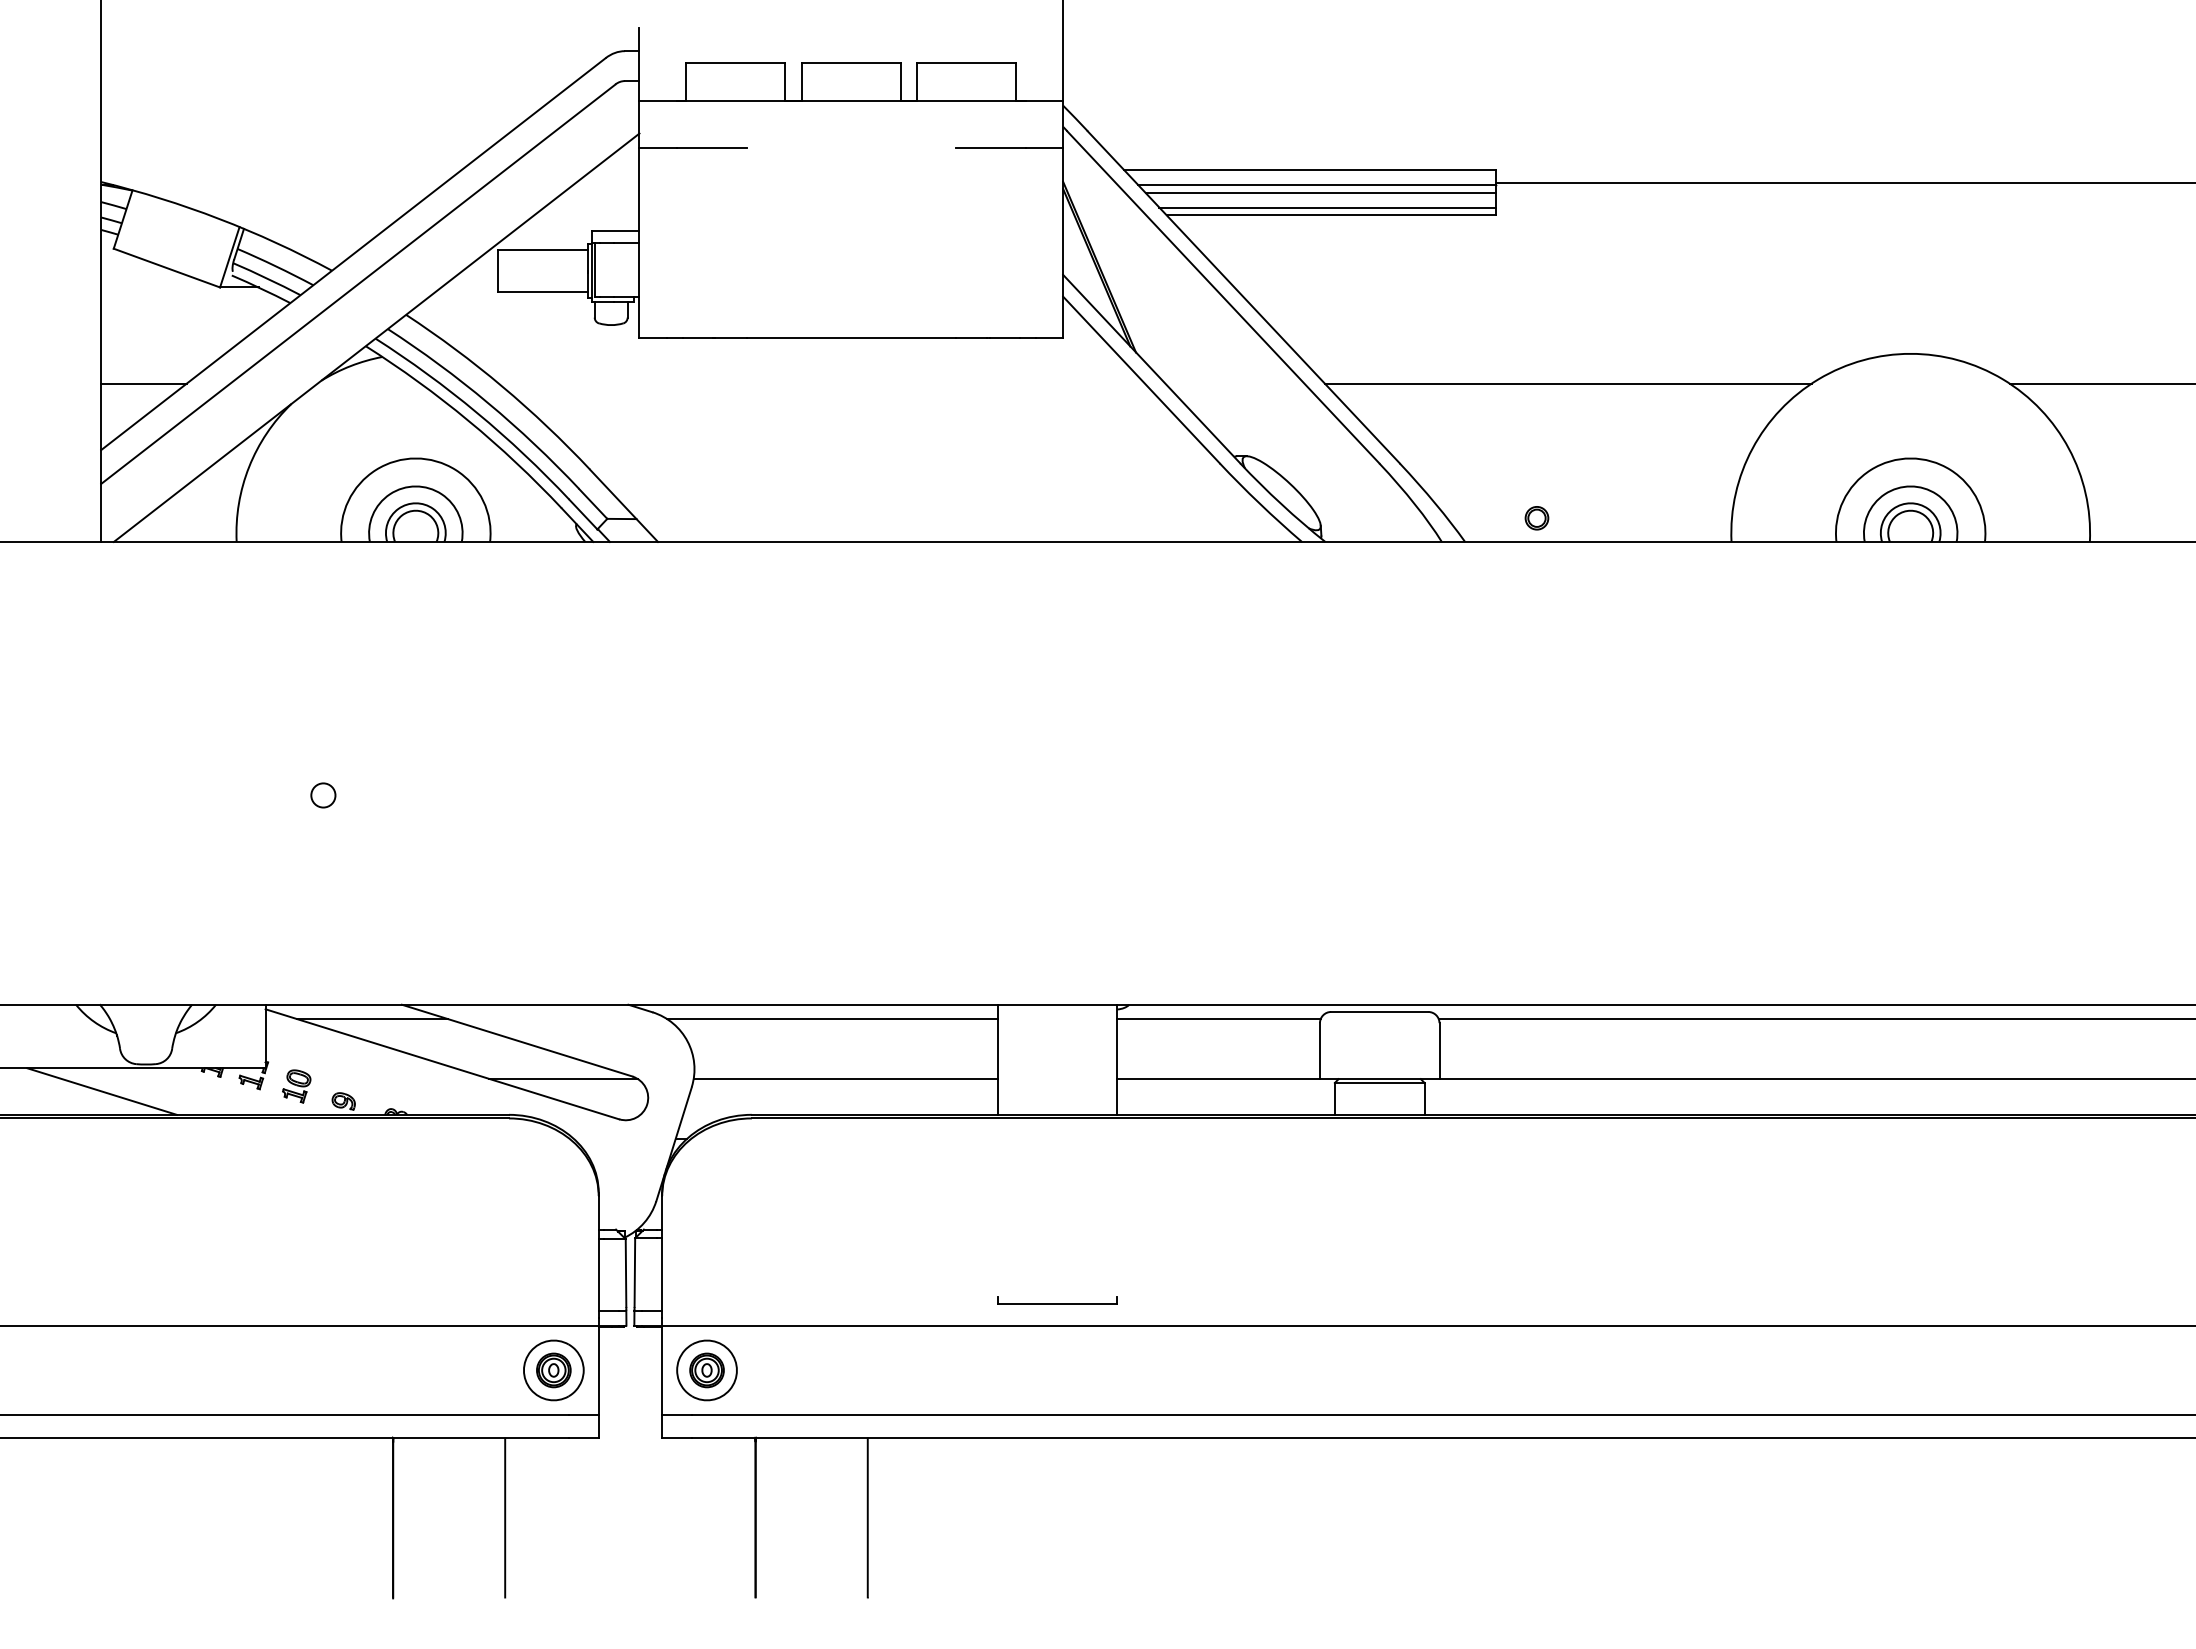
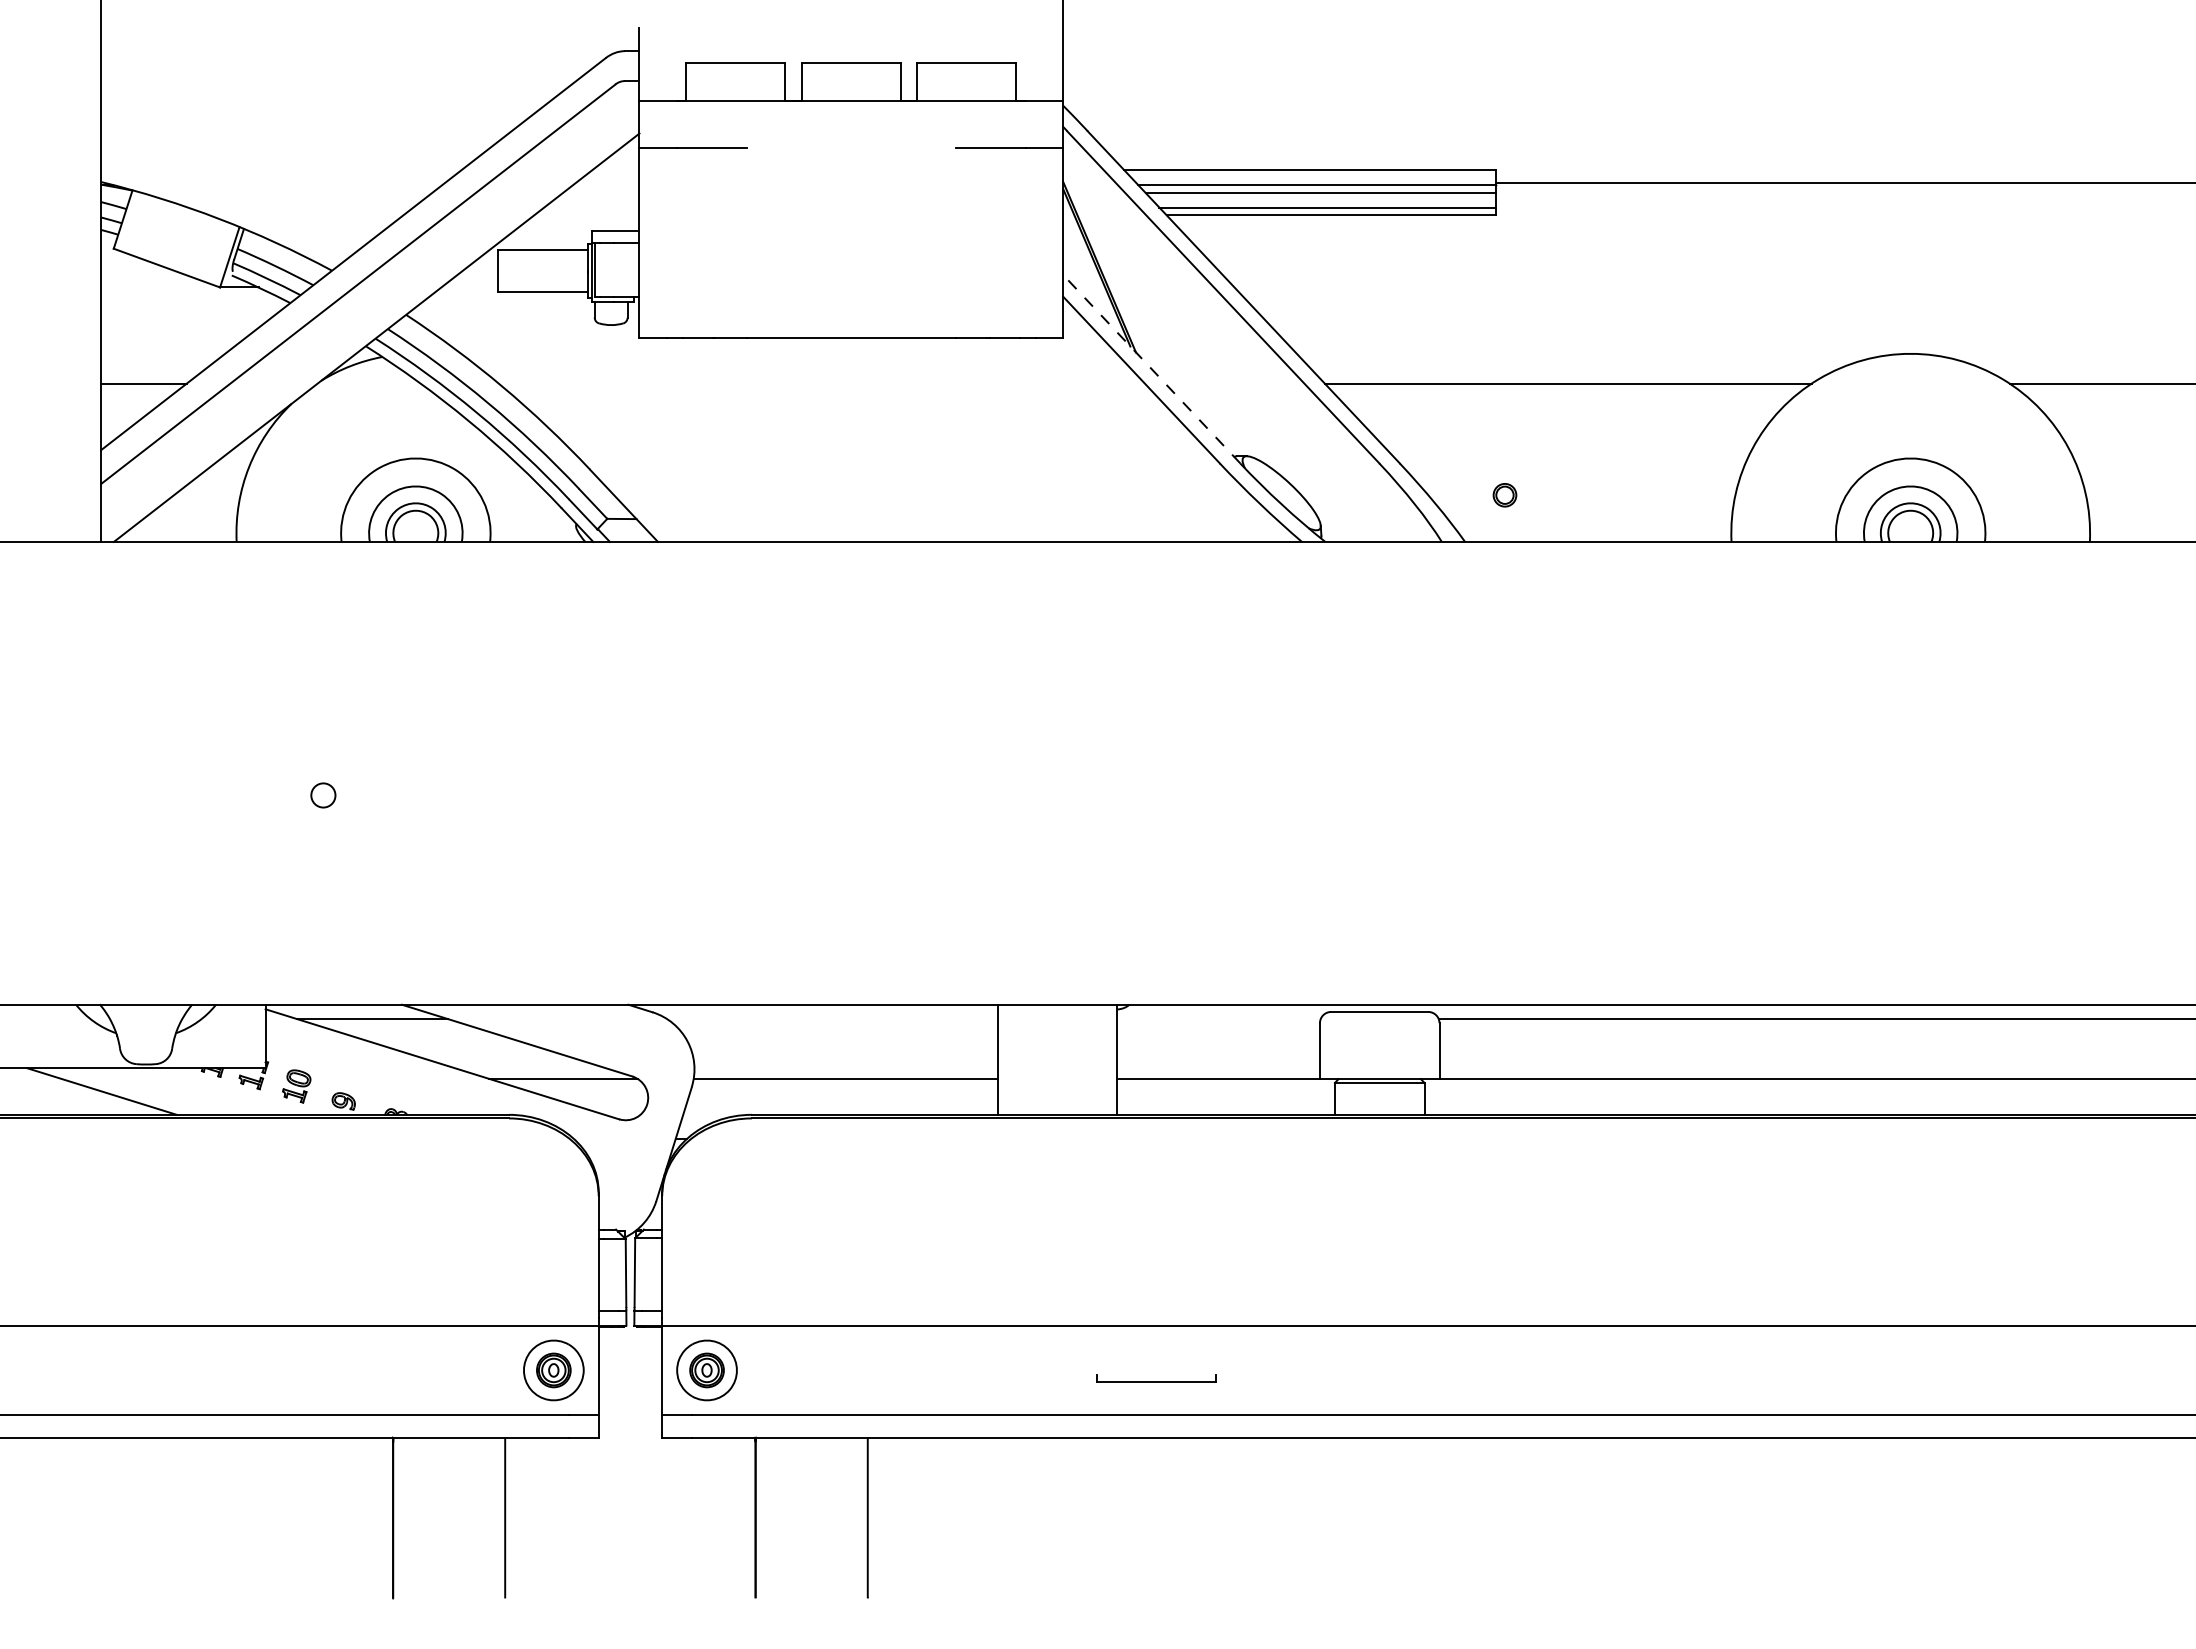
line at (1151, 368): solid -> dashed
part at (1536, 518) position: (1536, 518) -> (1504, 495)
line at (832, 1019): present -> none
line at (1218, 1019): present -> none
part at (1057, 1300) position: (1057, 1300) -> (1156, 1378)
